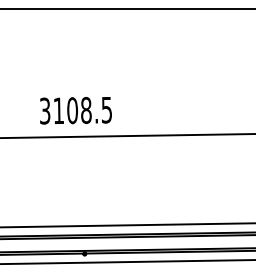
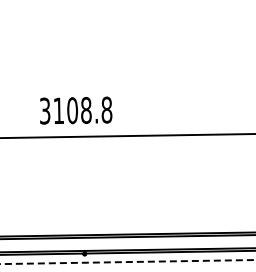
line at (127, 8): present -> none
text at (106, 109): 3108.5 -> 3108.8
line at (127, 225): present -> none
line at (127, 262): solid -> dashed
